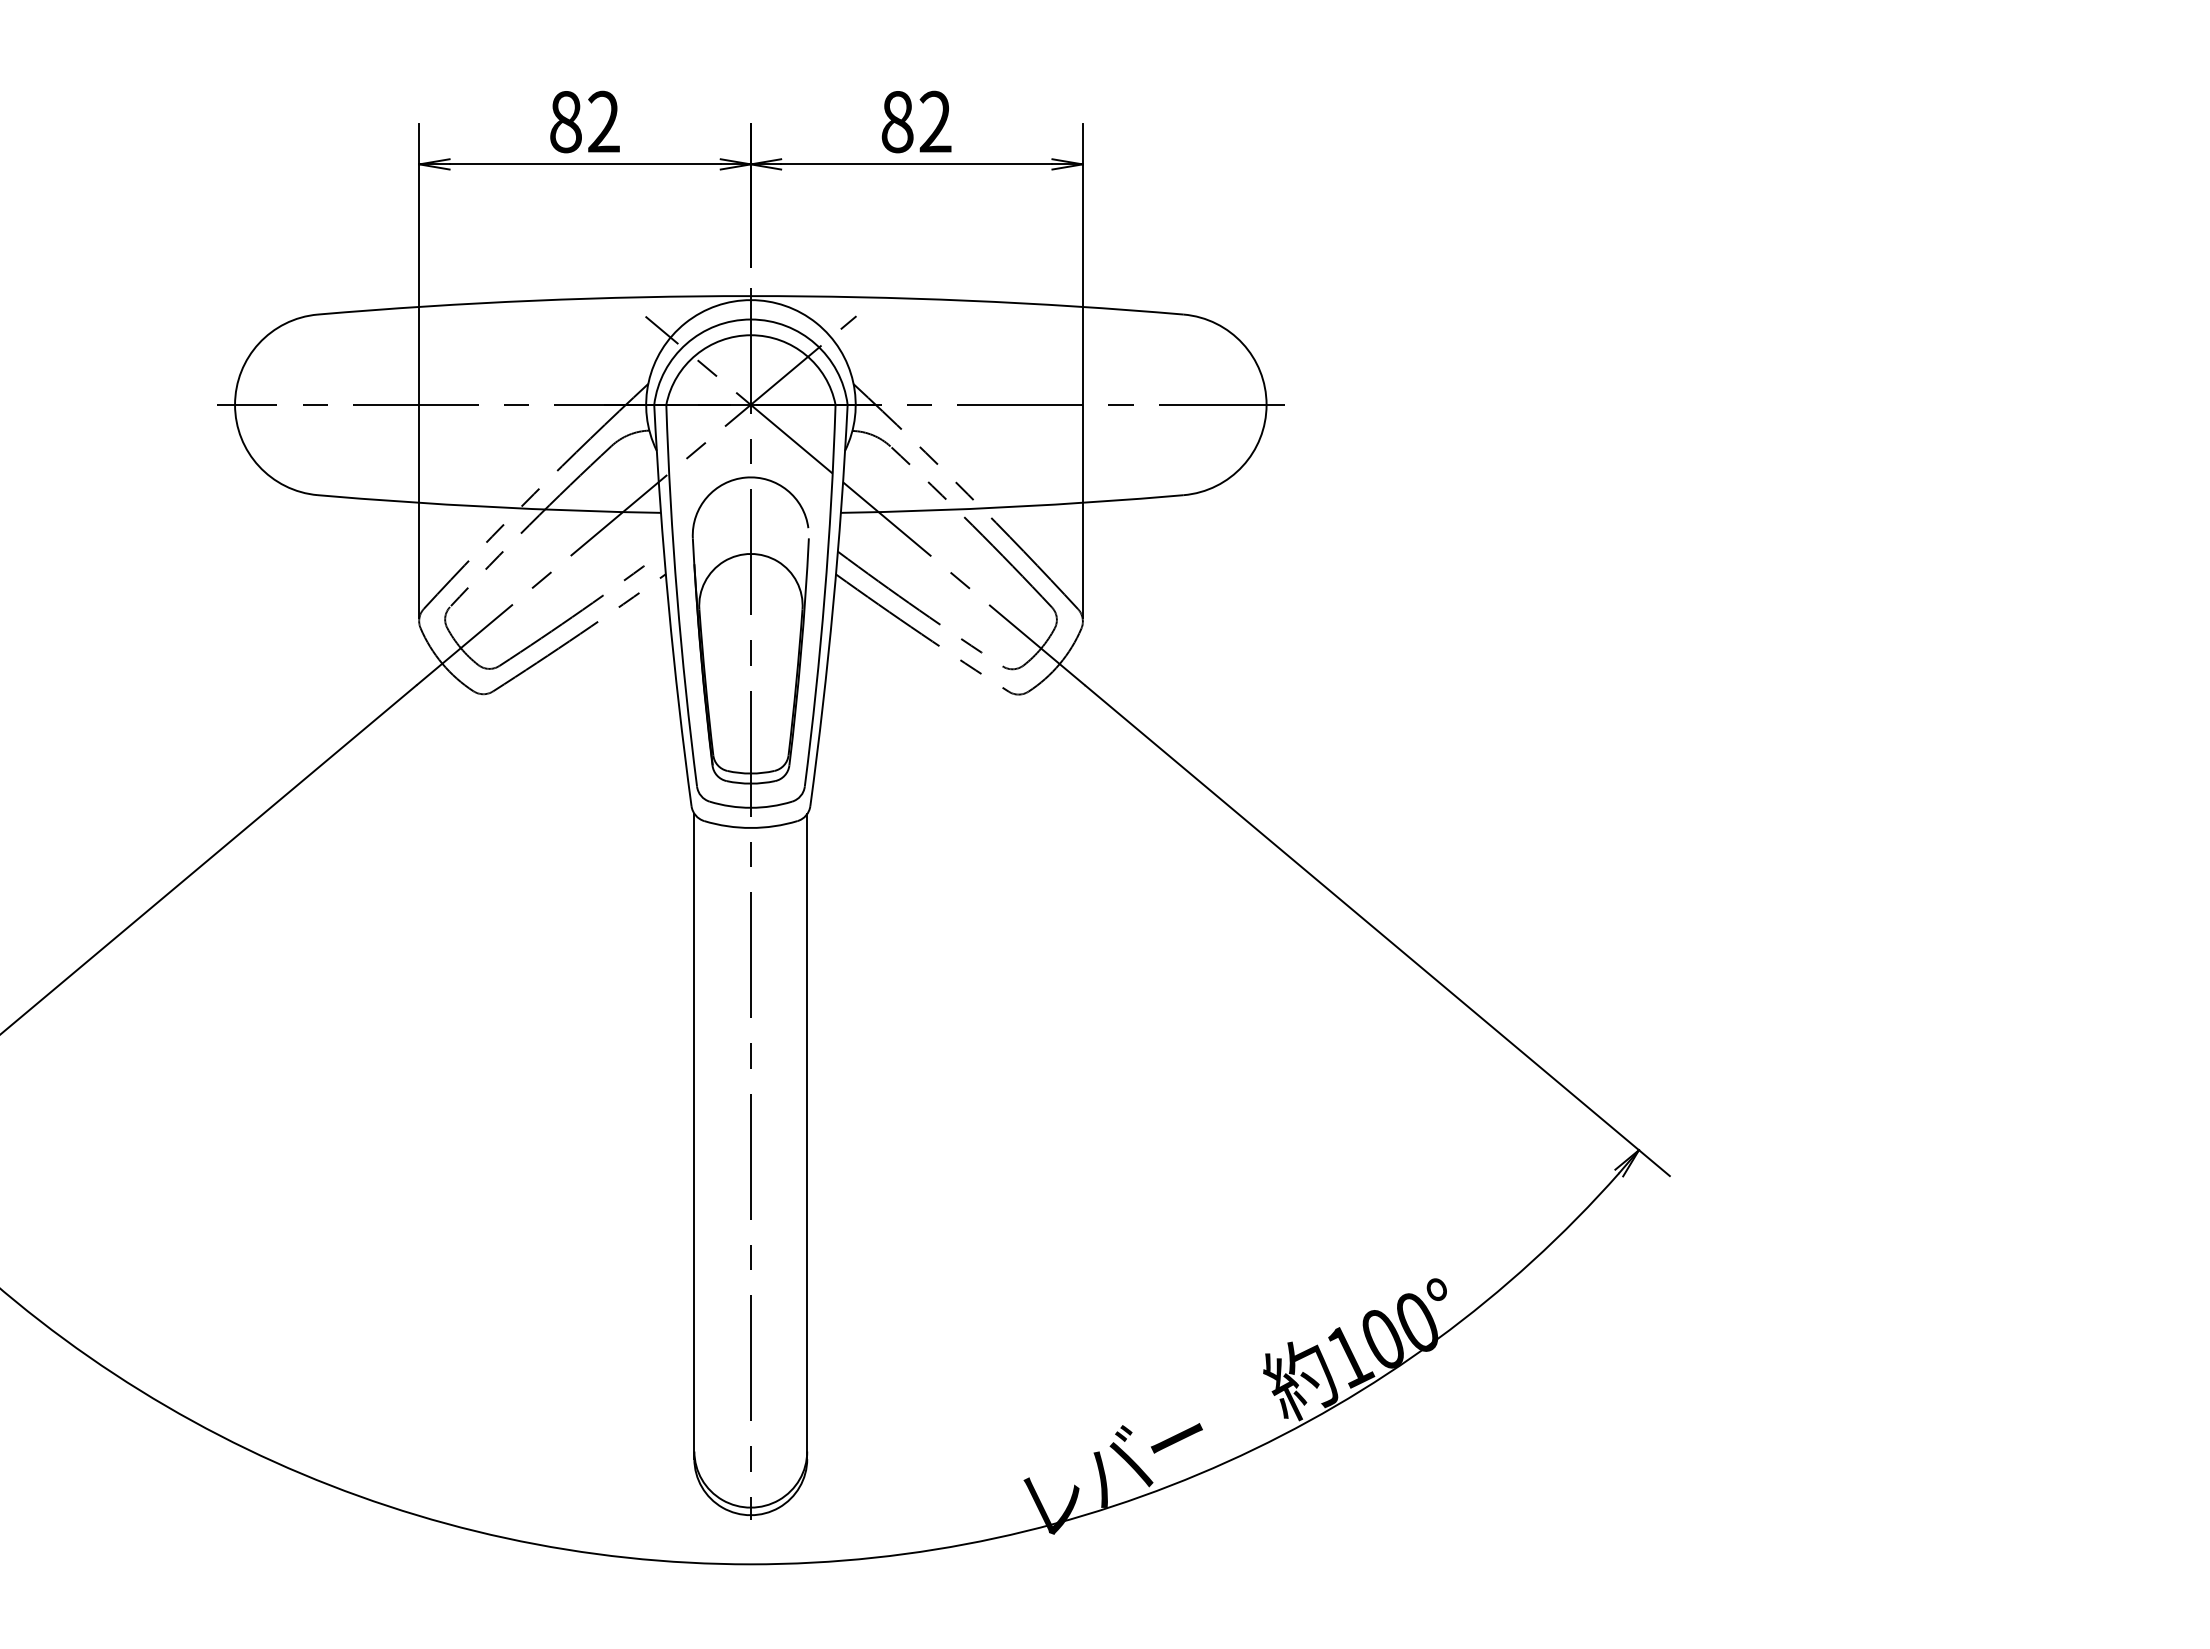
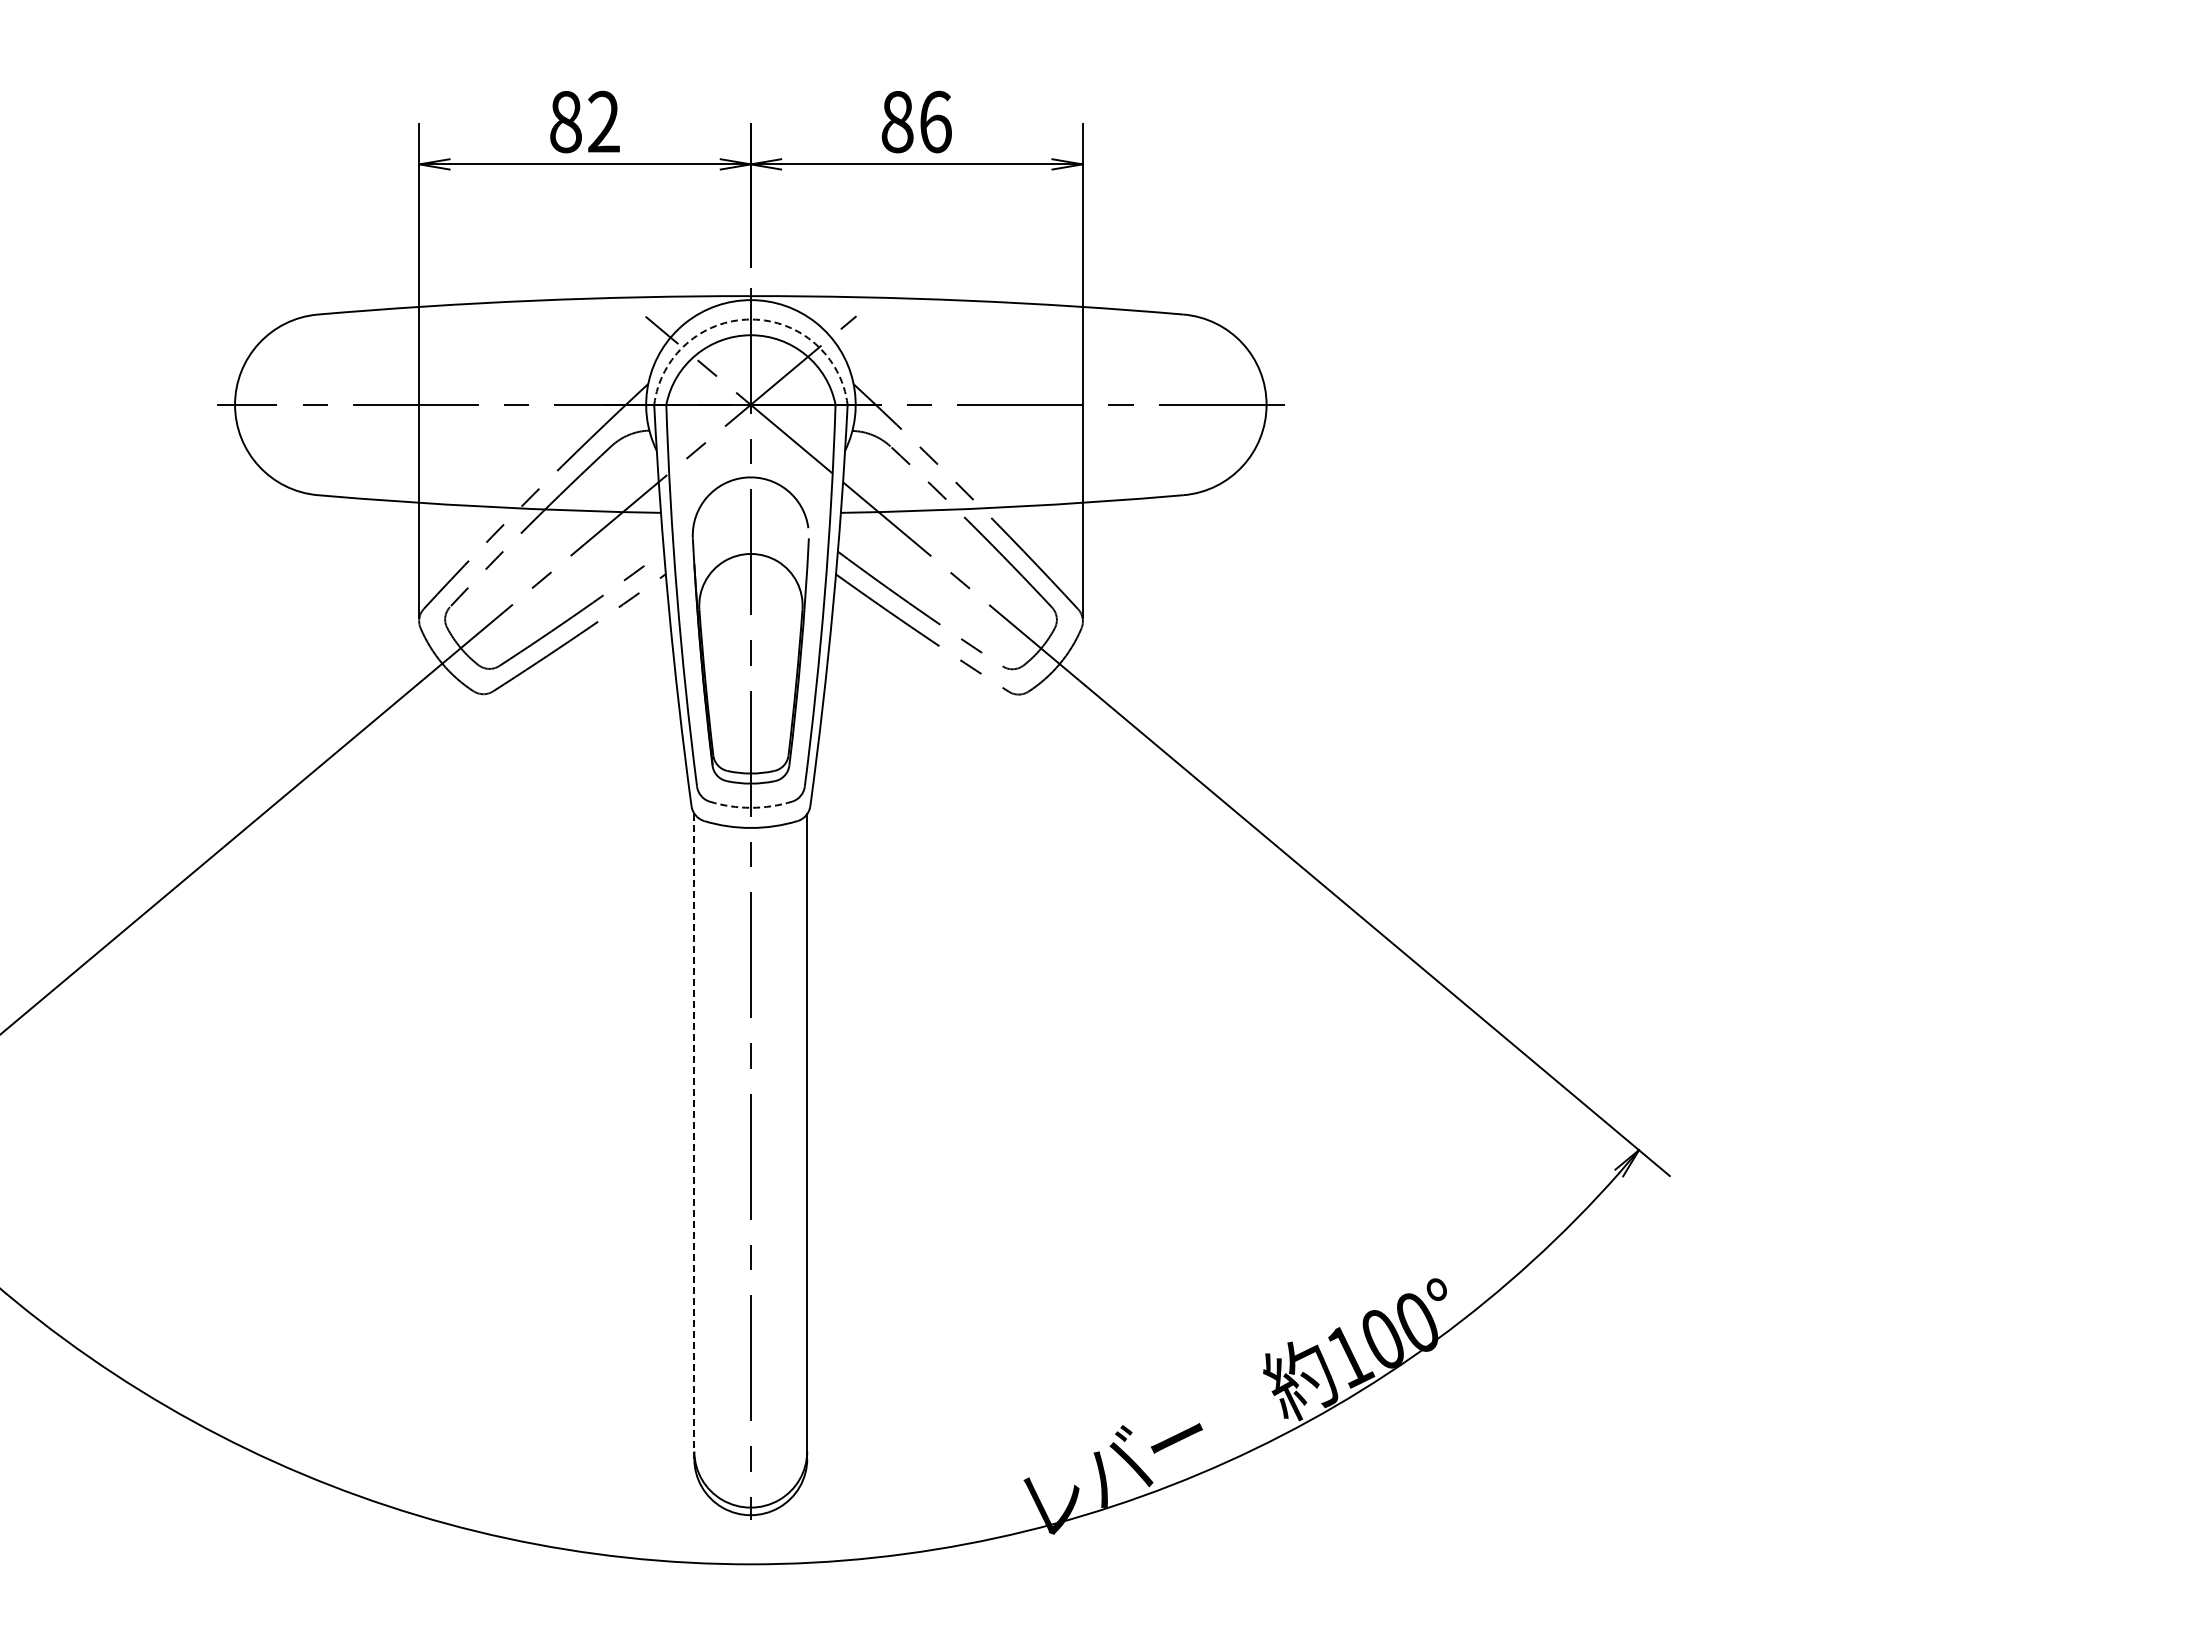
text at (935, 121): 82 -> 86
arc at (750, 319): solid -> dashed
arc at (750, 807): solid -> dashed
line at (694, 1136): solid -> dashed
